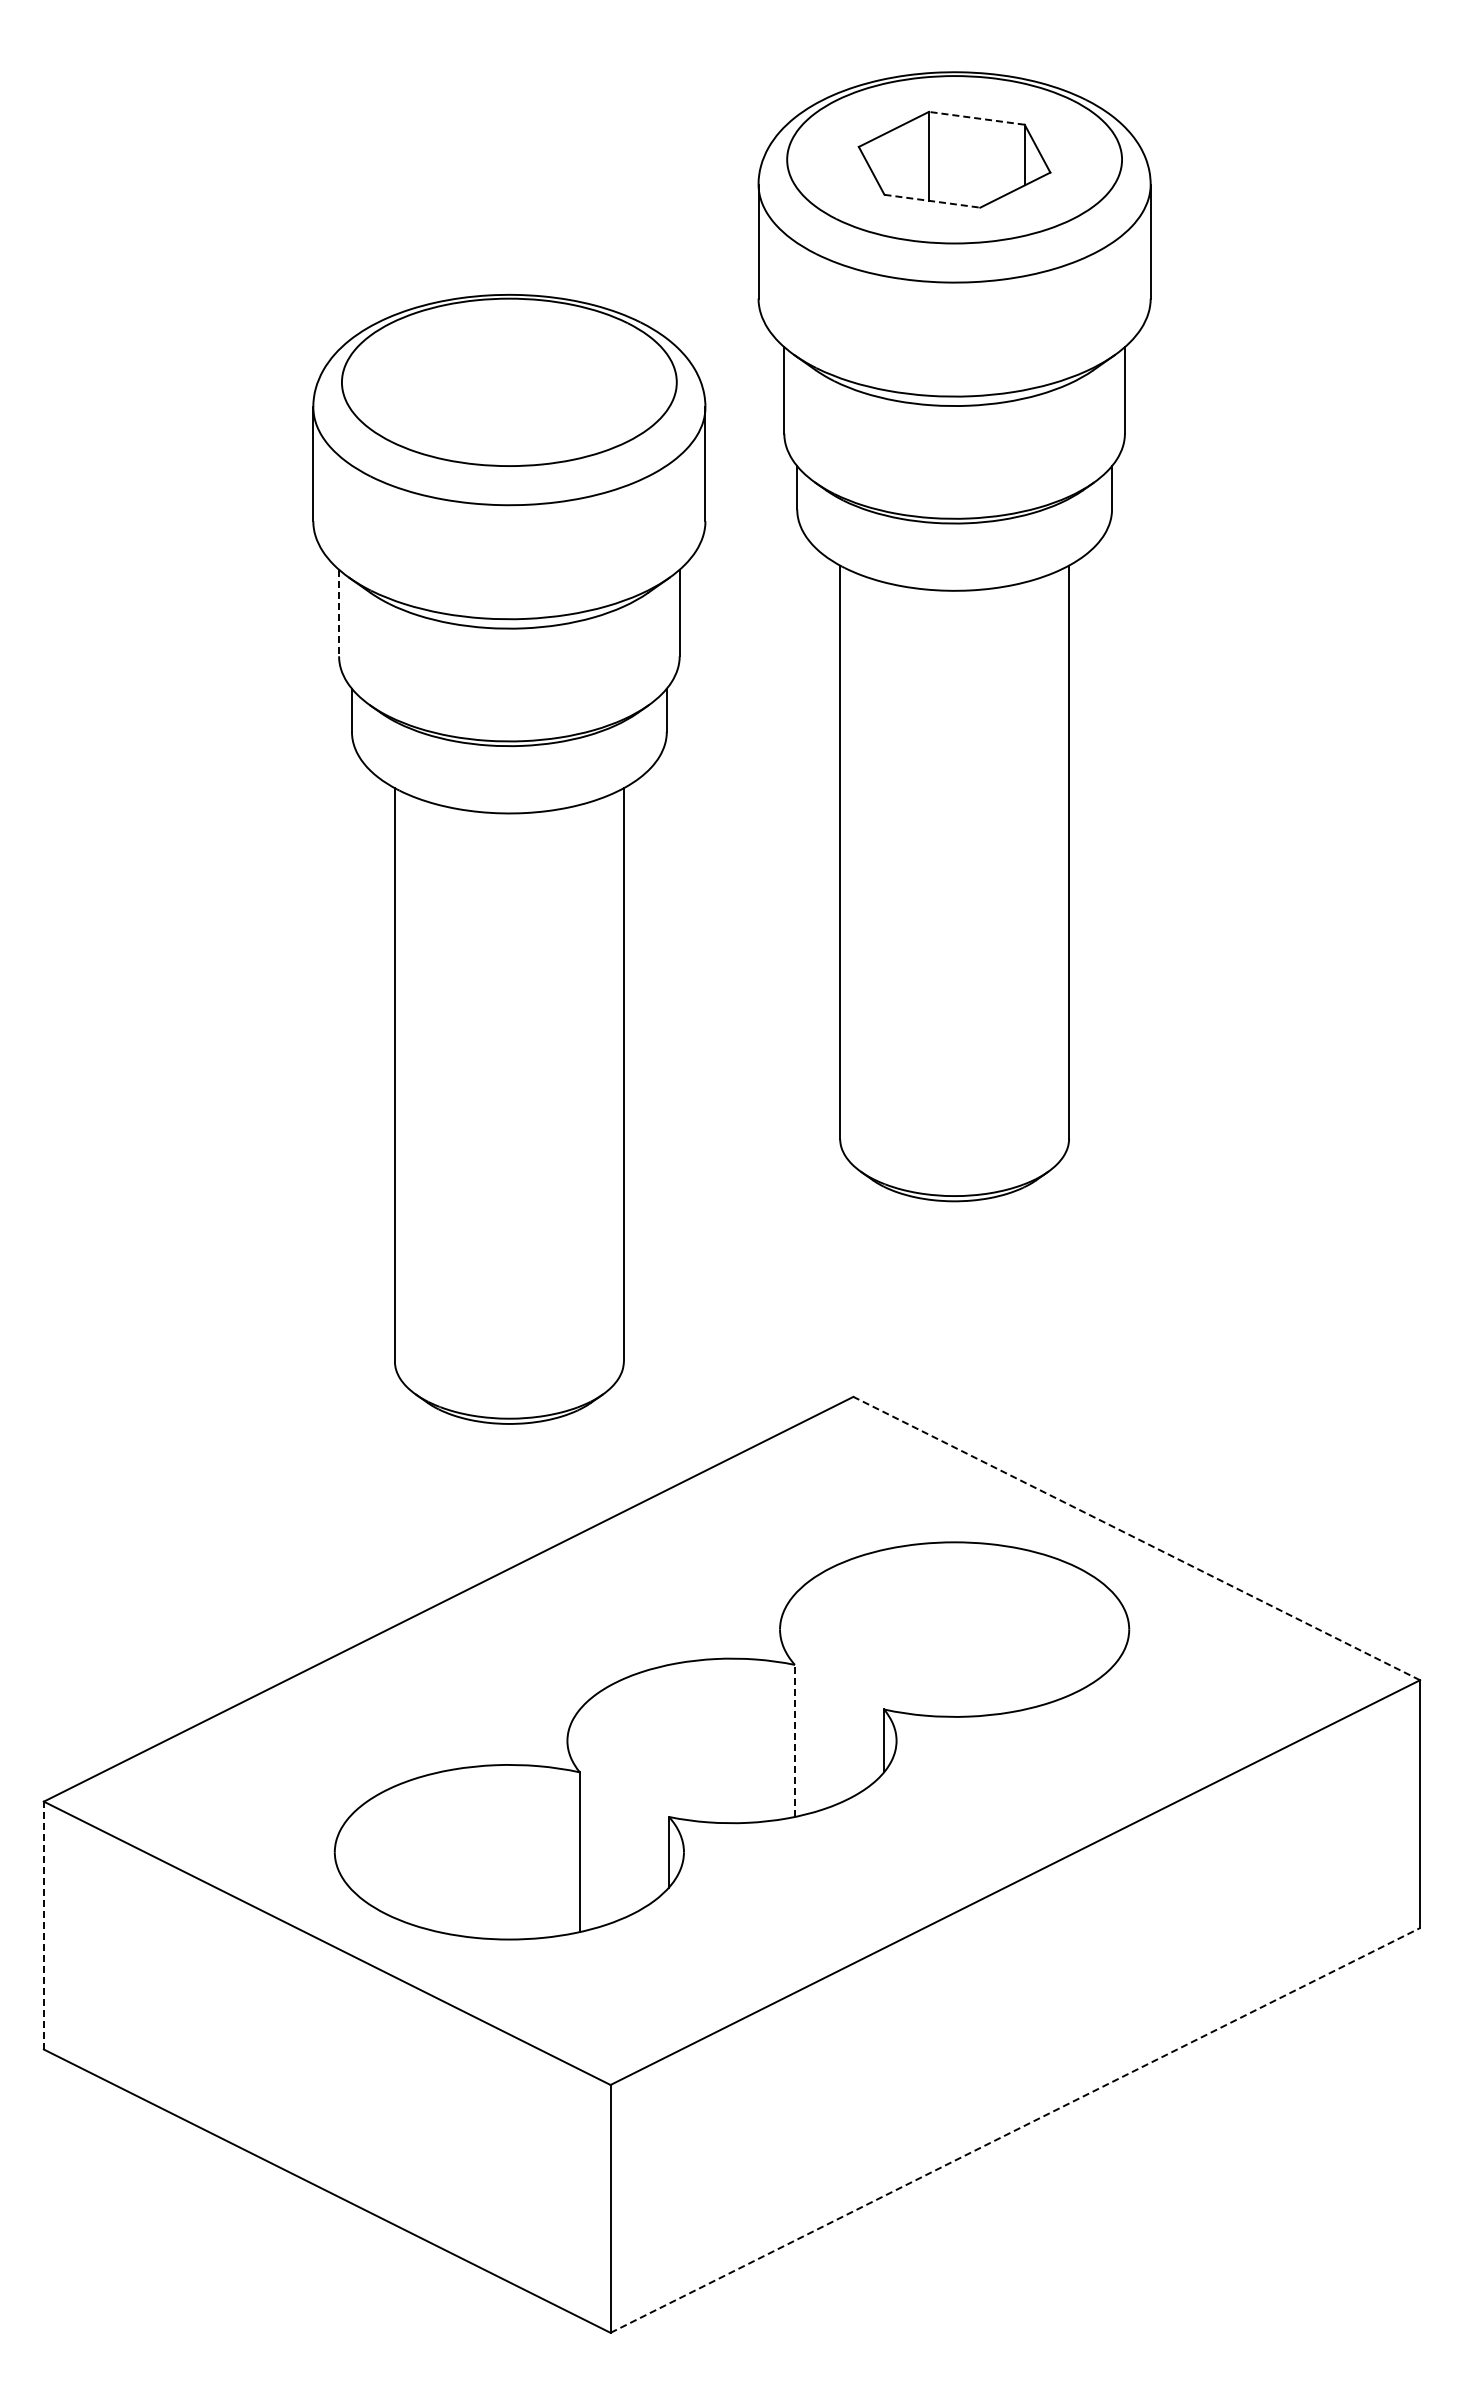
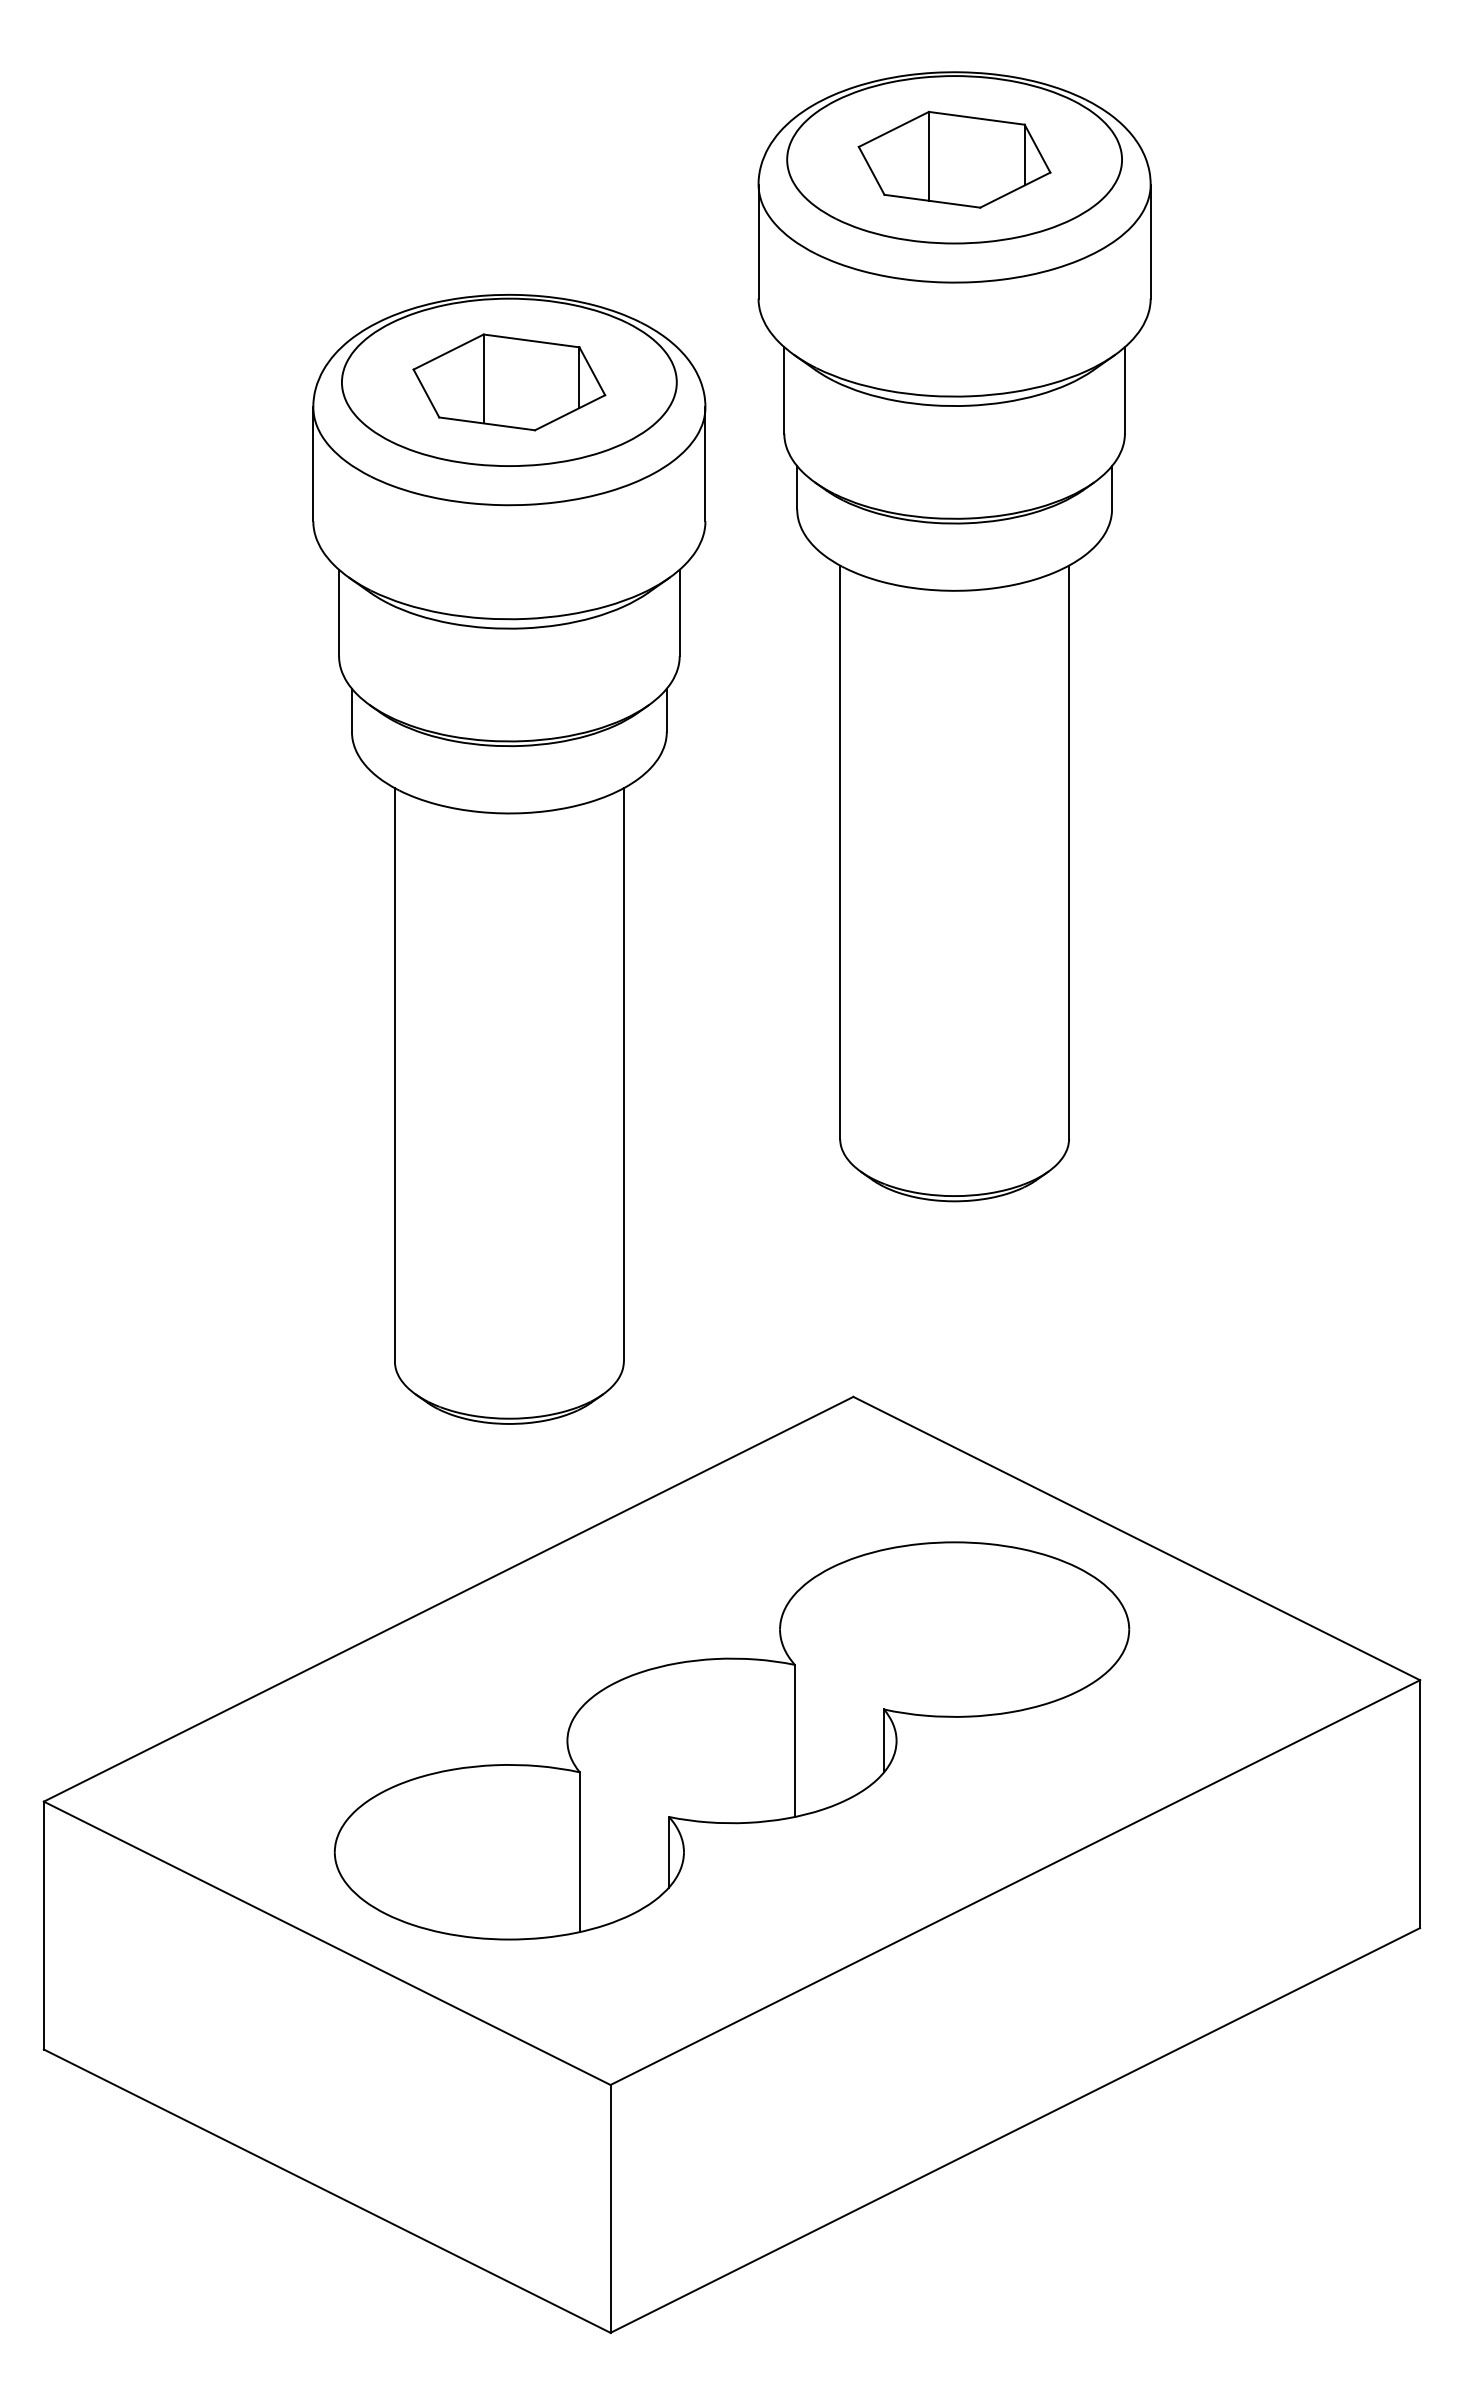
line at (976, 118): dashed -> solid
line at (932, 201): dashed -> solid
part at (509, 382): none -> present
line at (339, 613): dashed -> solid
line at (1136, 1538): dashed -> solid
line at (794, 1740): dashed -> solid
line at (43, 1925): dashed -> solid
line at (1015, 2130): dashed -> solid
